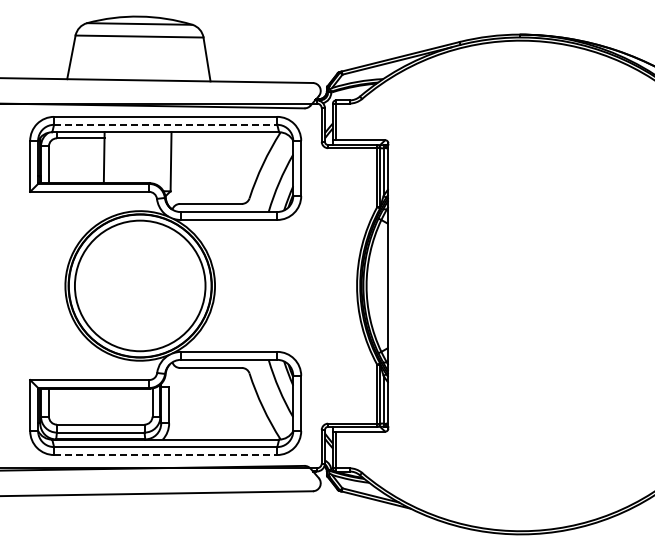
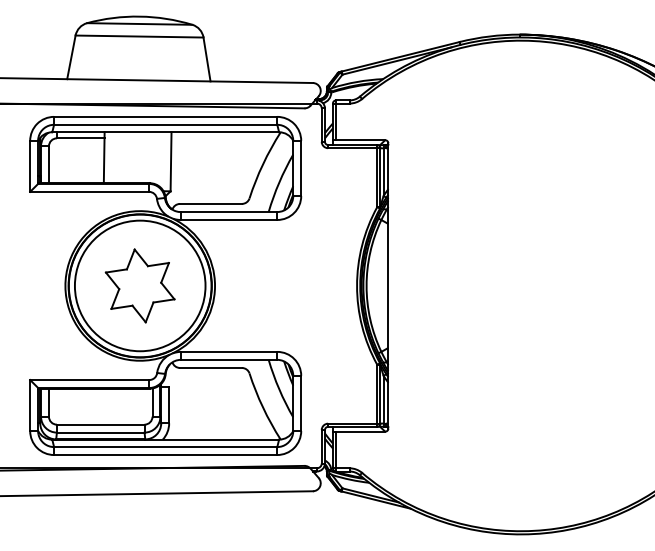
line at (165, 124): dashed -> solid
part at (139, 285): none -> present
line at (165, 455): dashed -> solid
